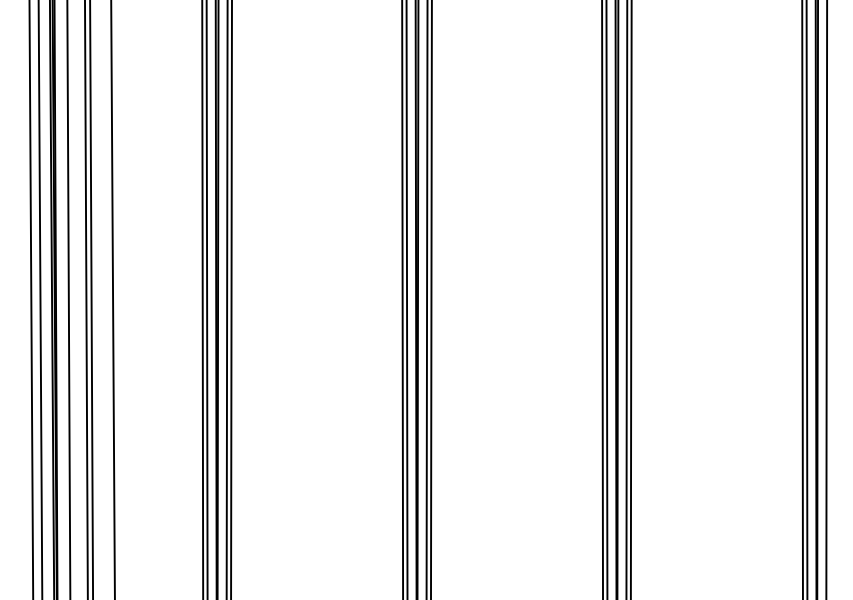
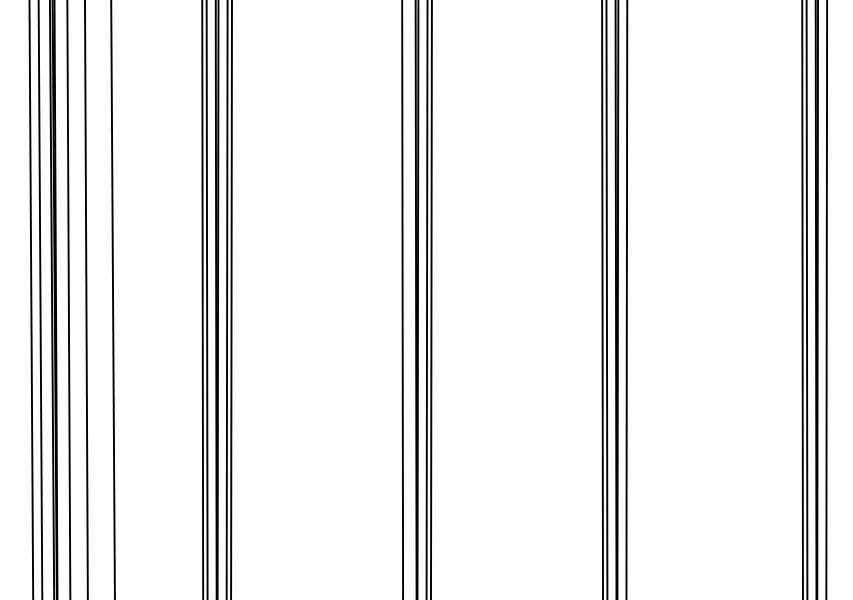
line at (91, 299): present -> none
line at (406, 299): present -> none
line at (630, 299): present -> none
